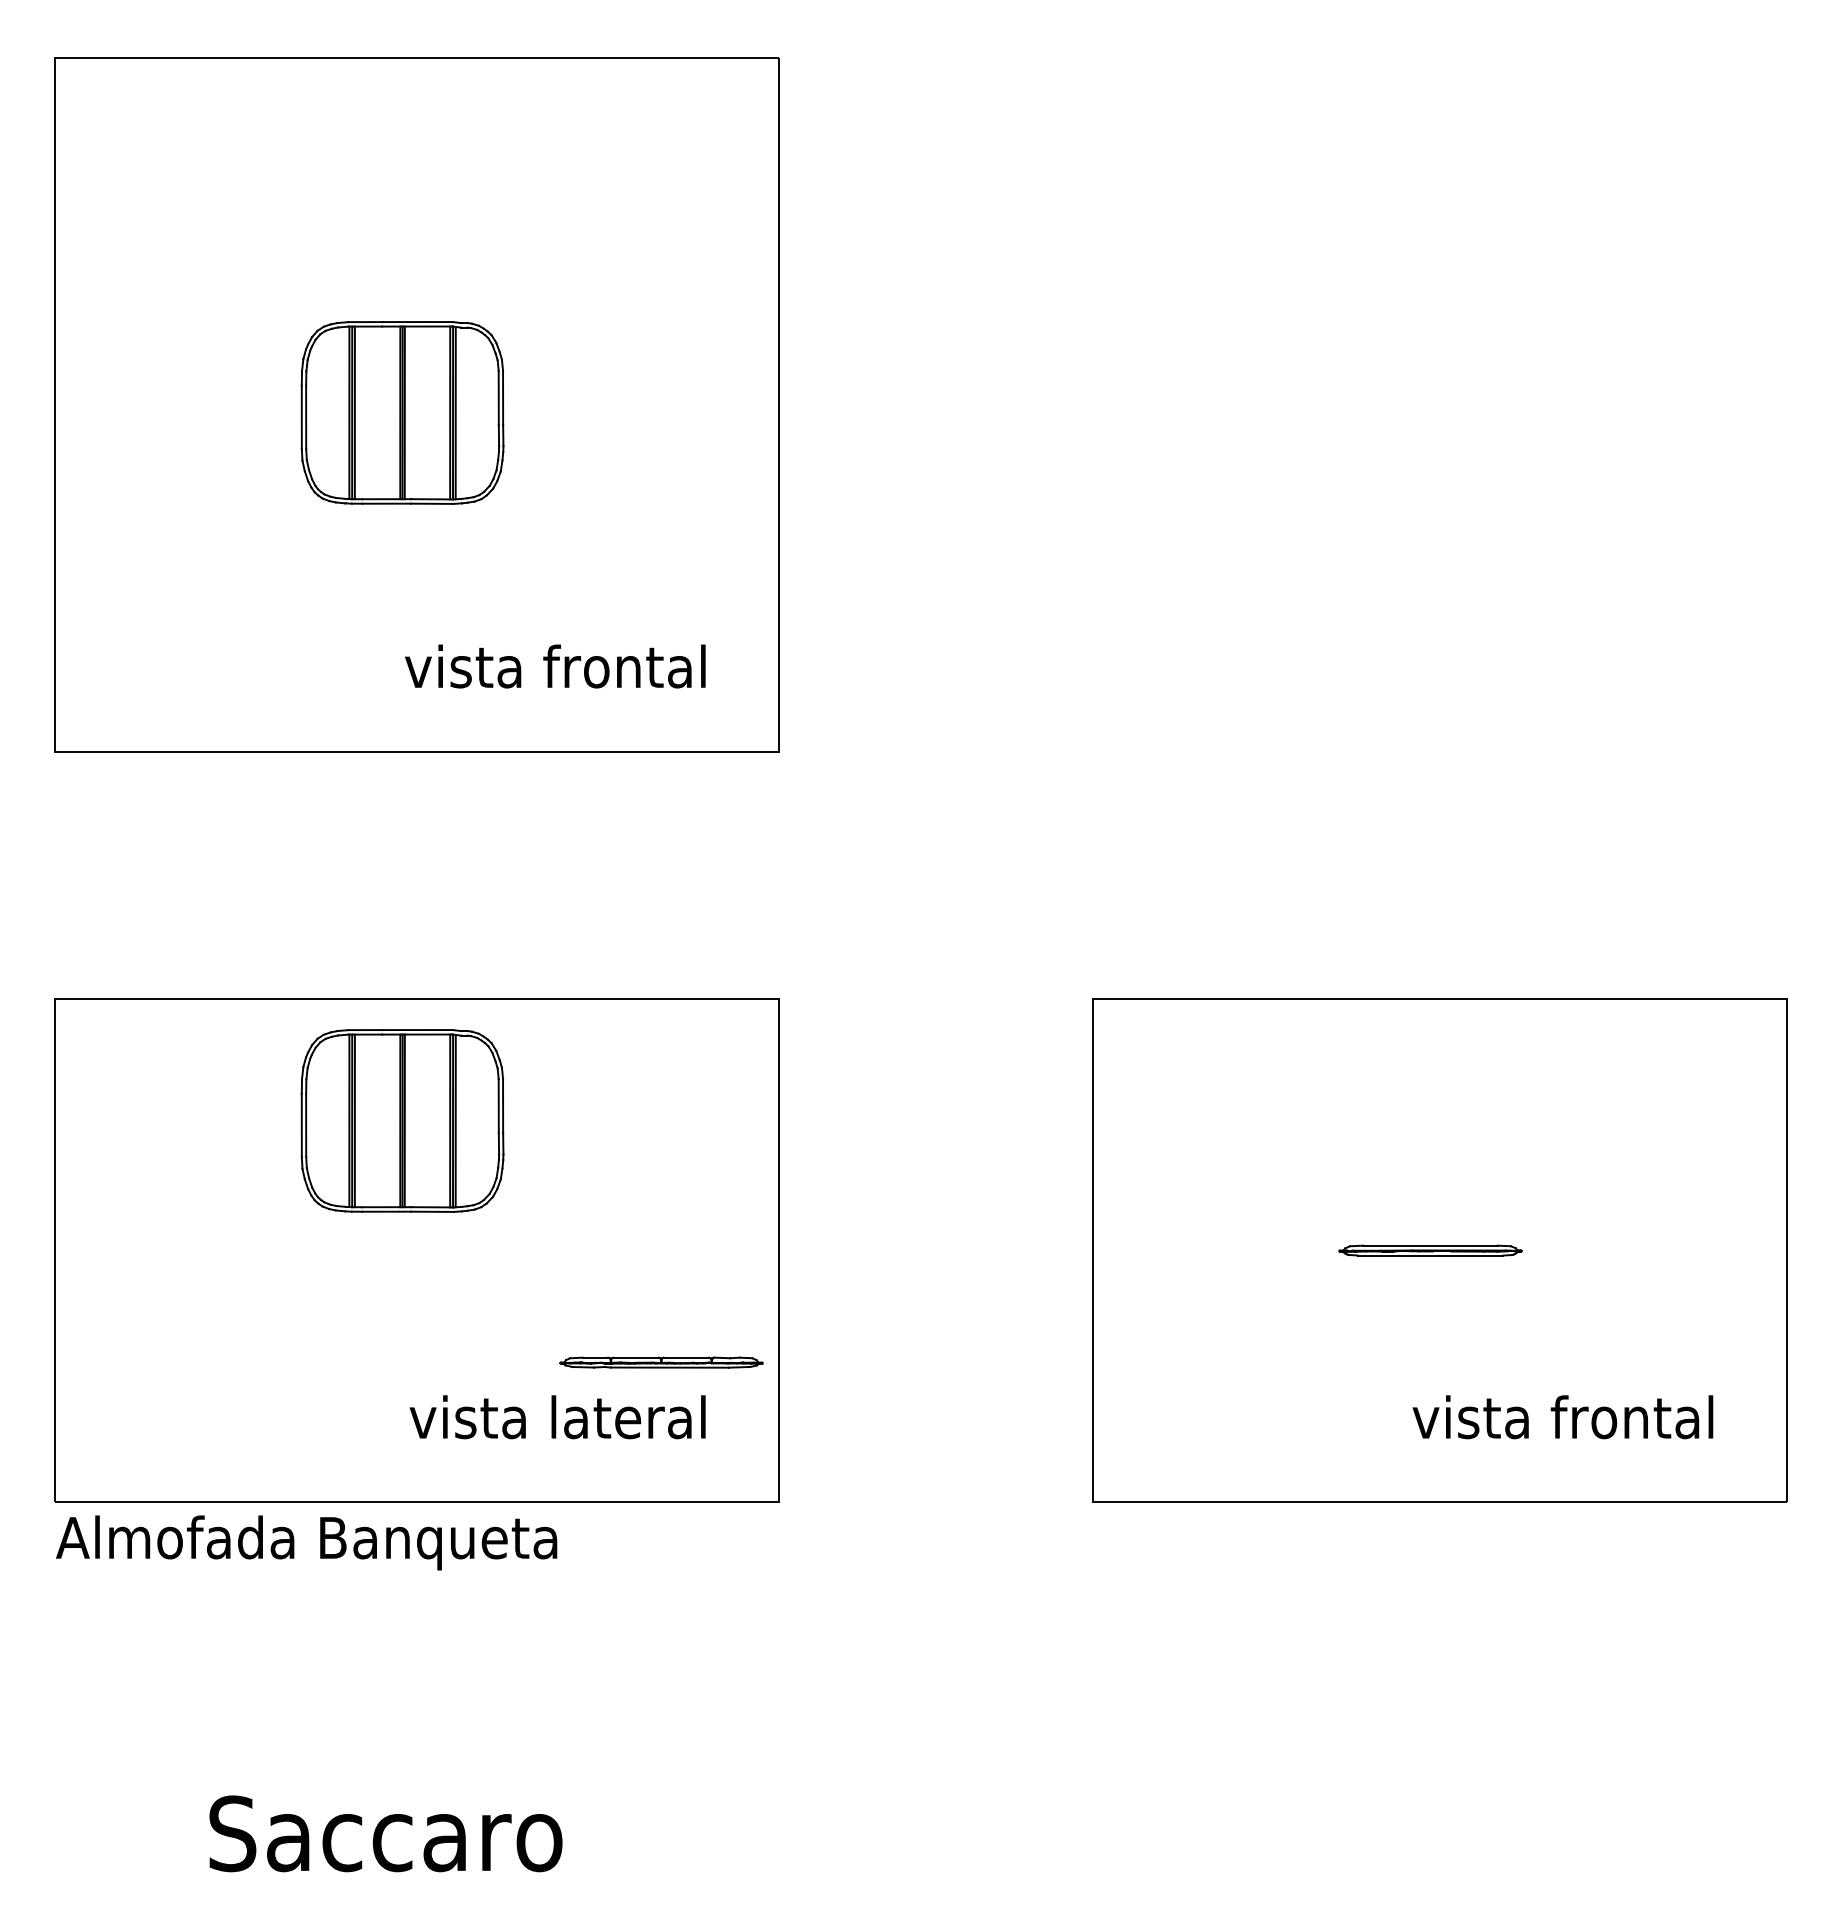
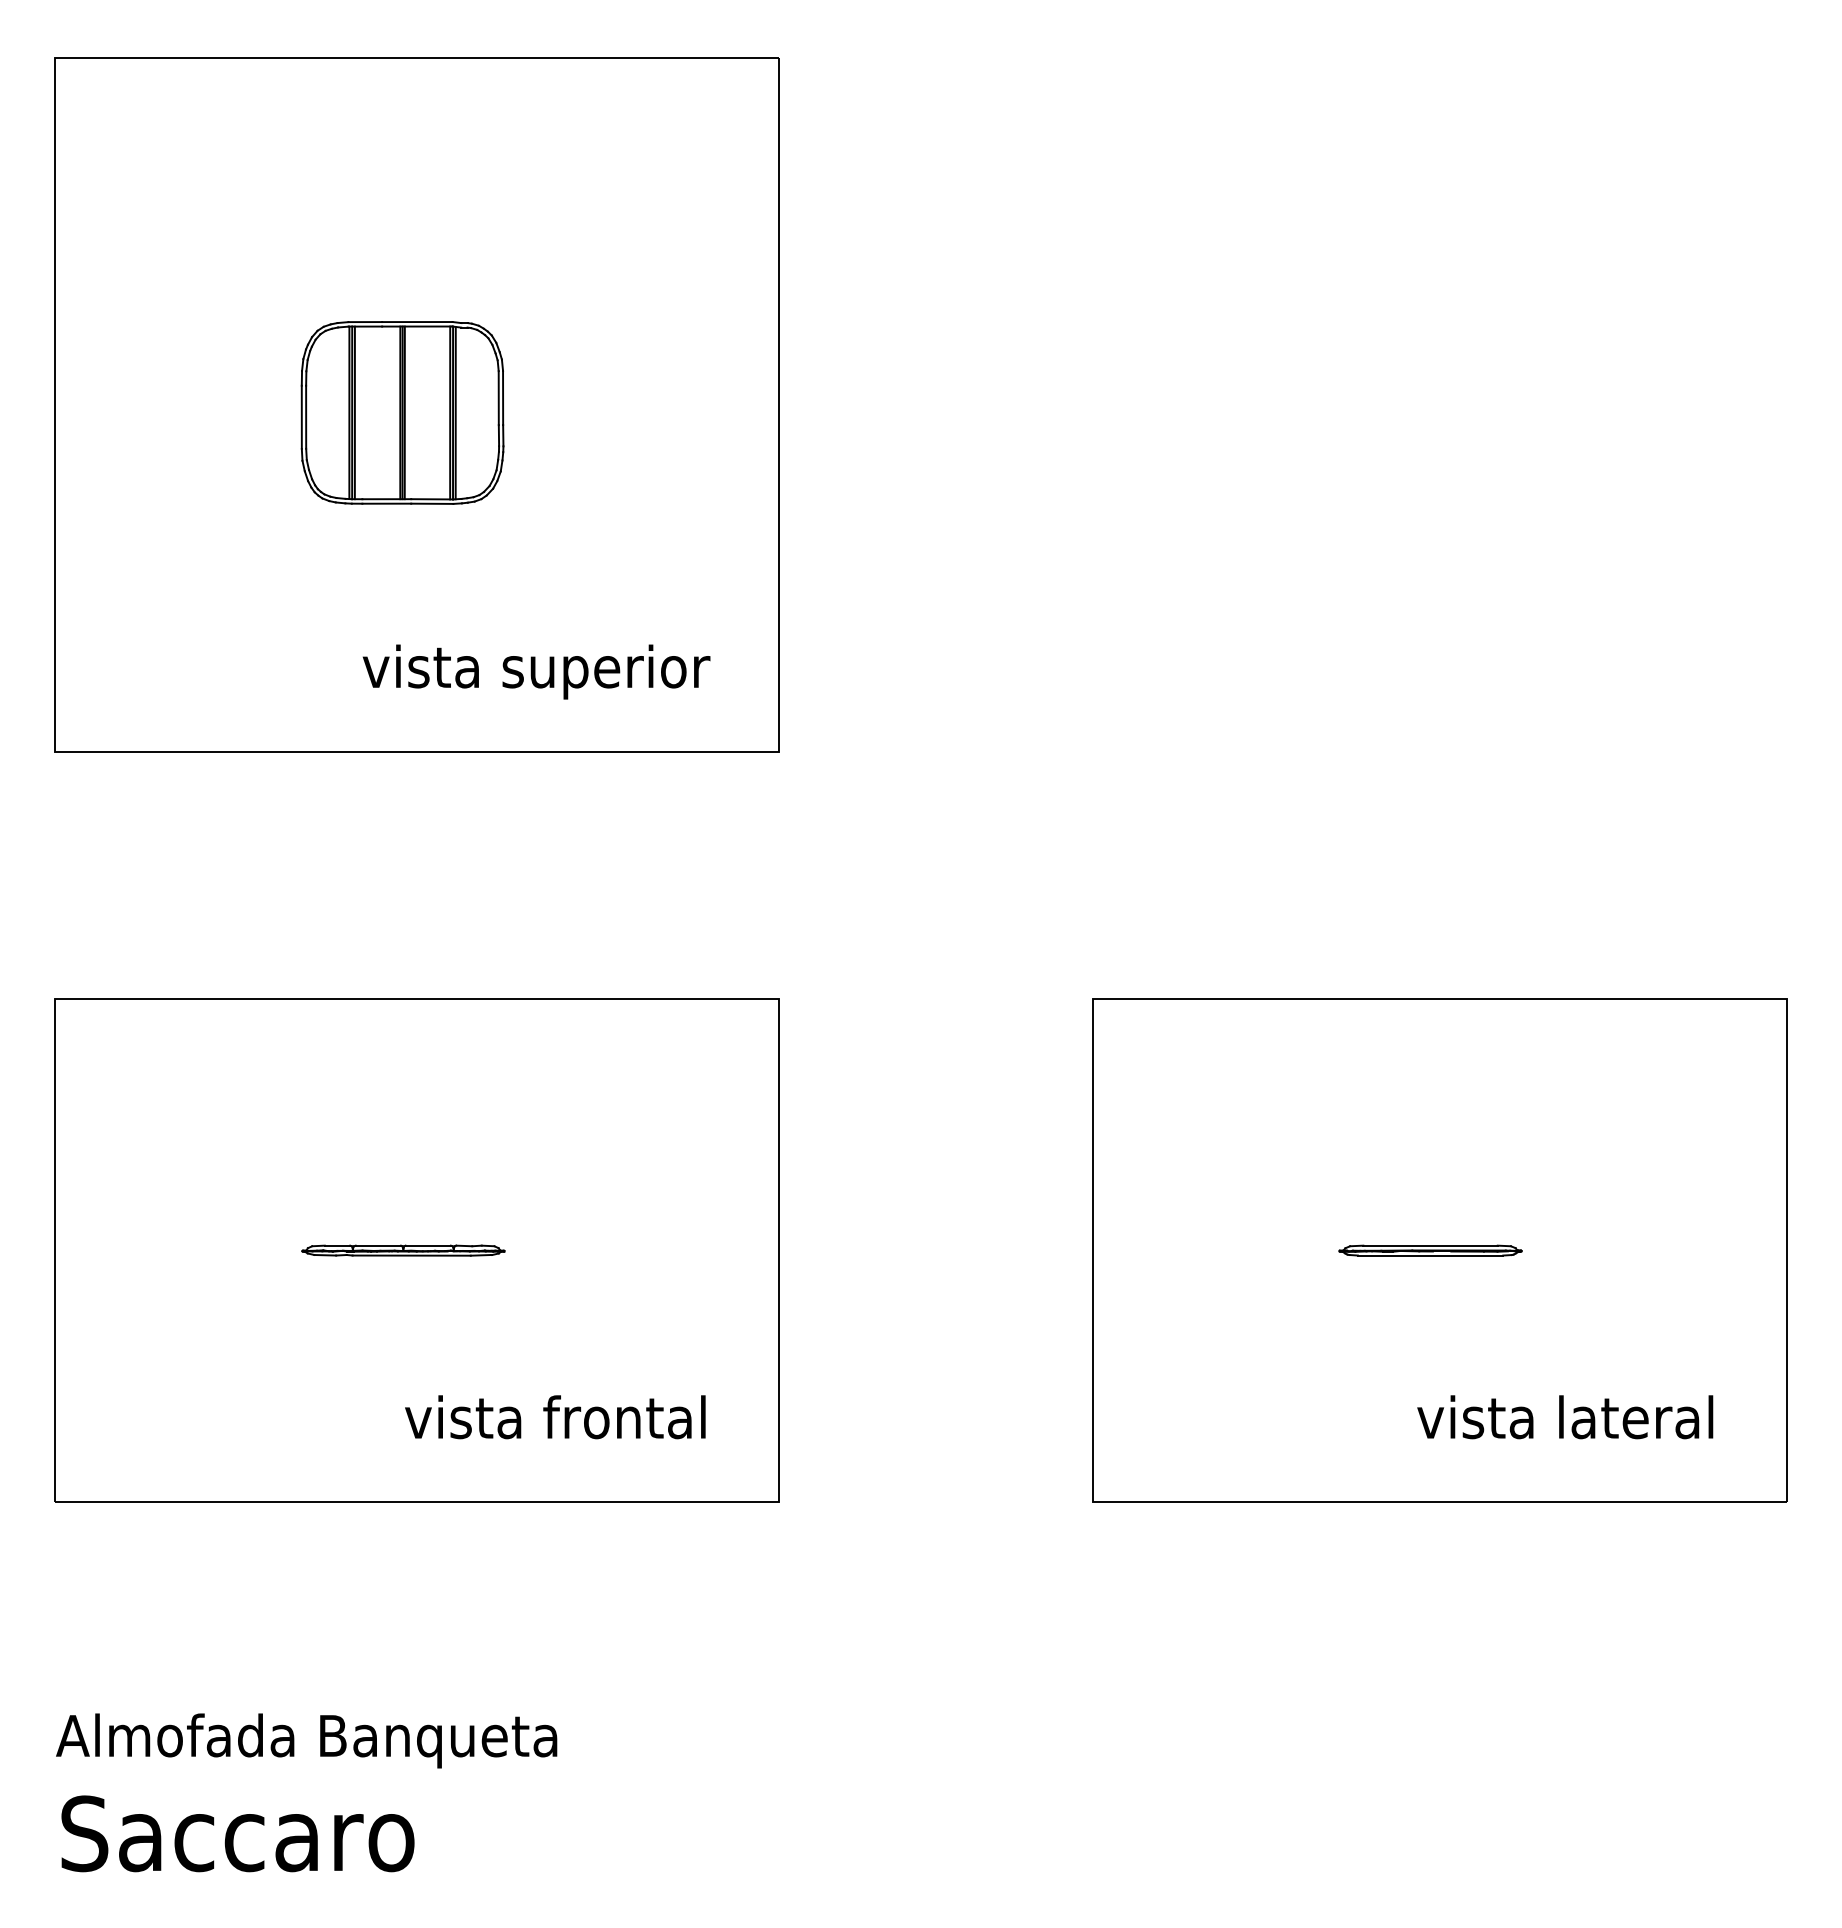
text at (536, 671): vista frontal -> vista superior
part at (402, 1120): present -> none
part at (661, 1362) position: (661, 1362) -> (403, 1250)
text at (534, 1417): vista lateral -> vista frontal
text at (1542, 1417): vista frontal -> vista lateral
text at (306, 1542) position: (306, 1542) -> (306, 1740)
text at (385, 1833) position: (385, 1833) -> (237, 1833)
